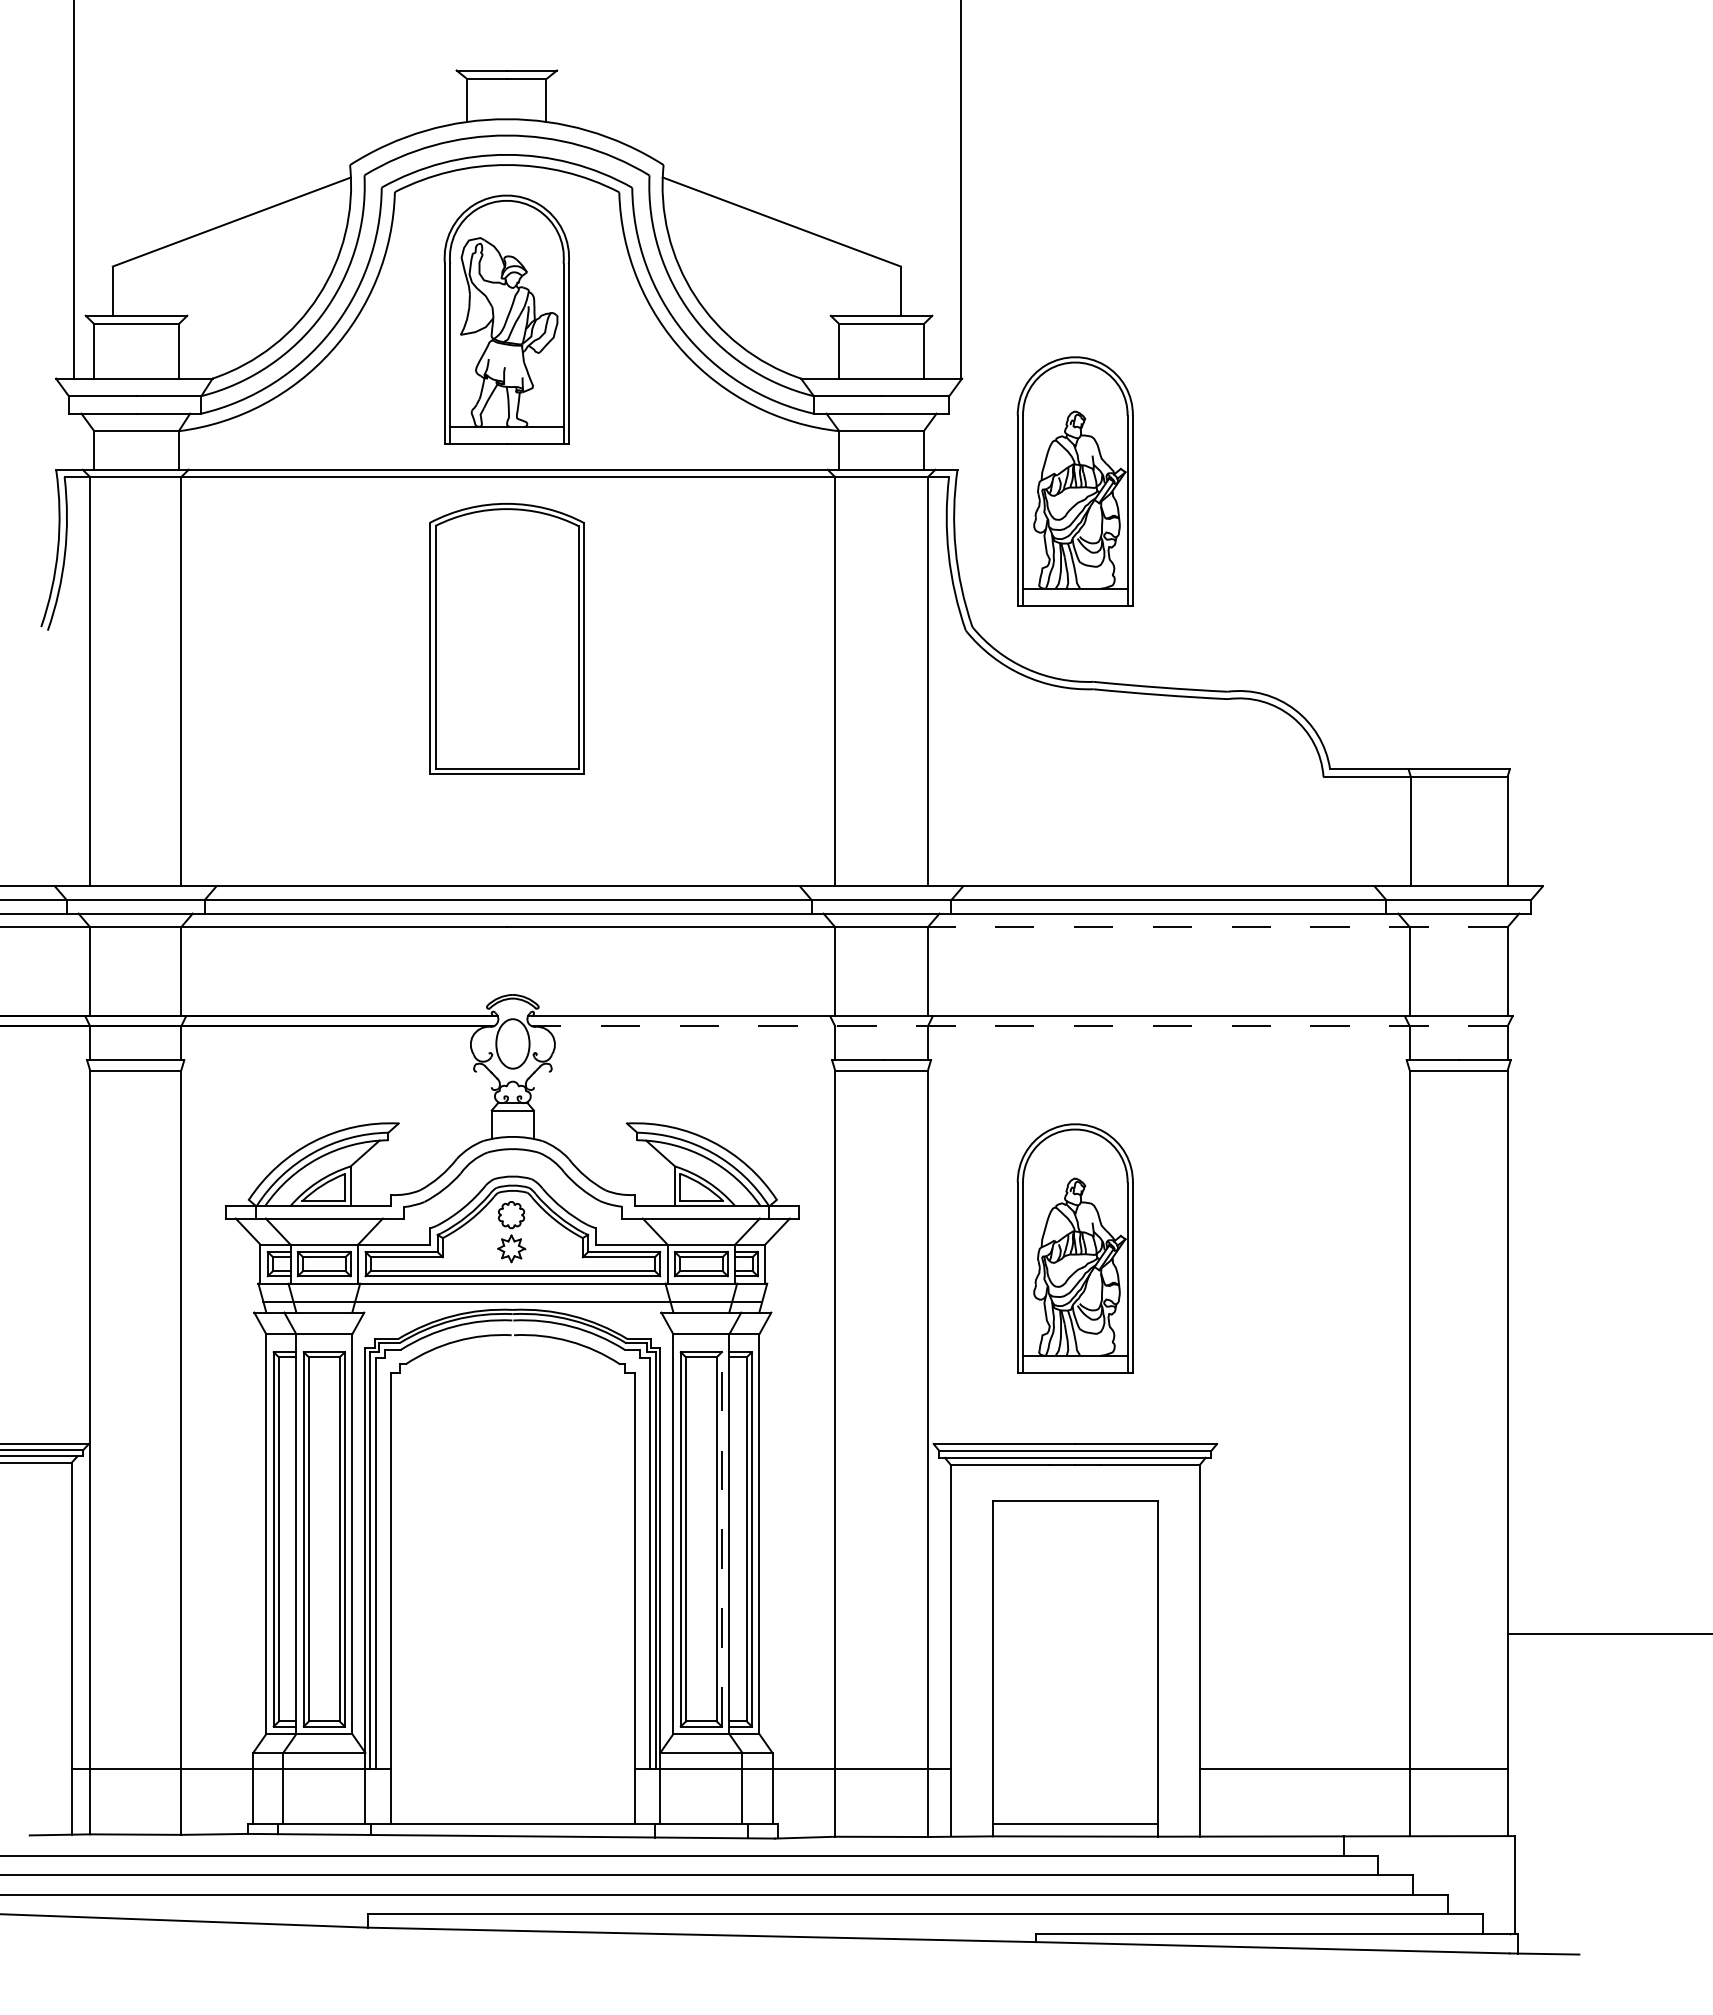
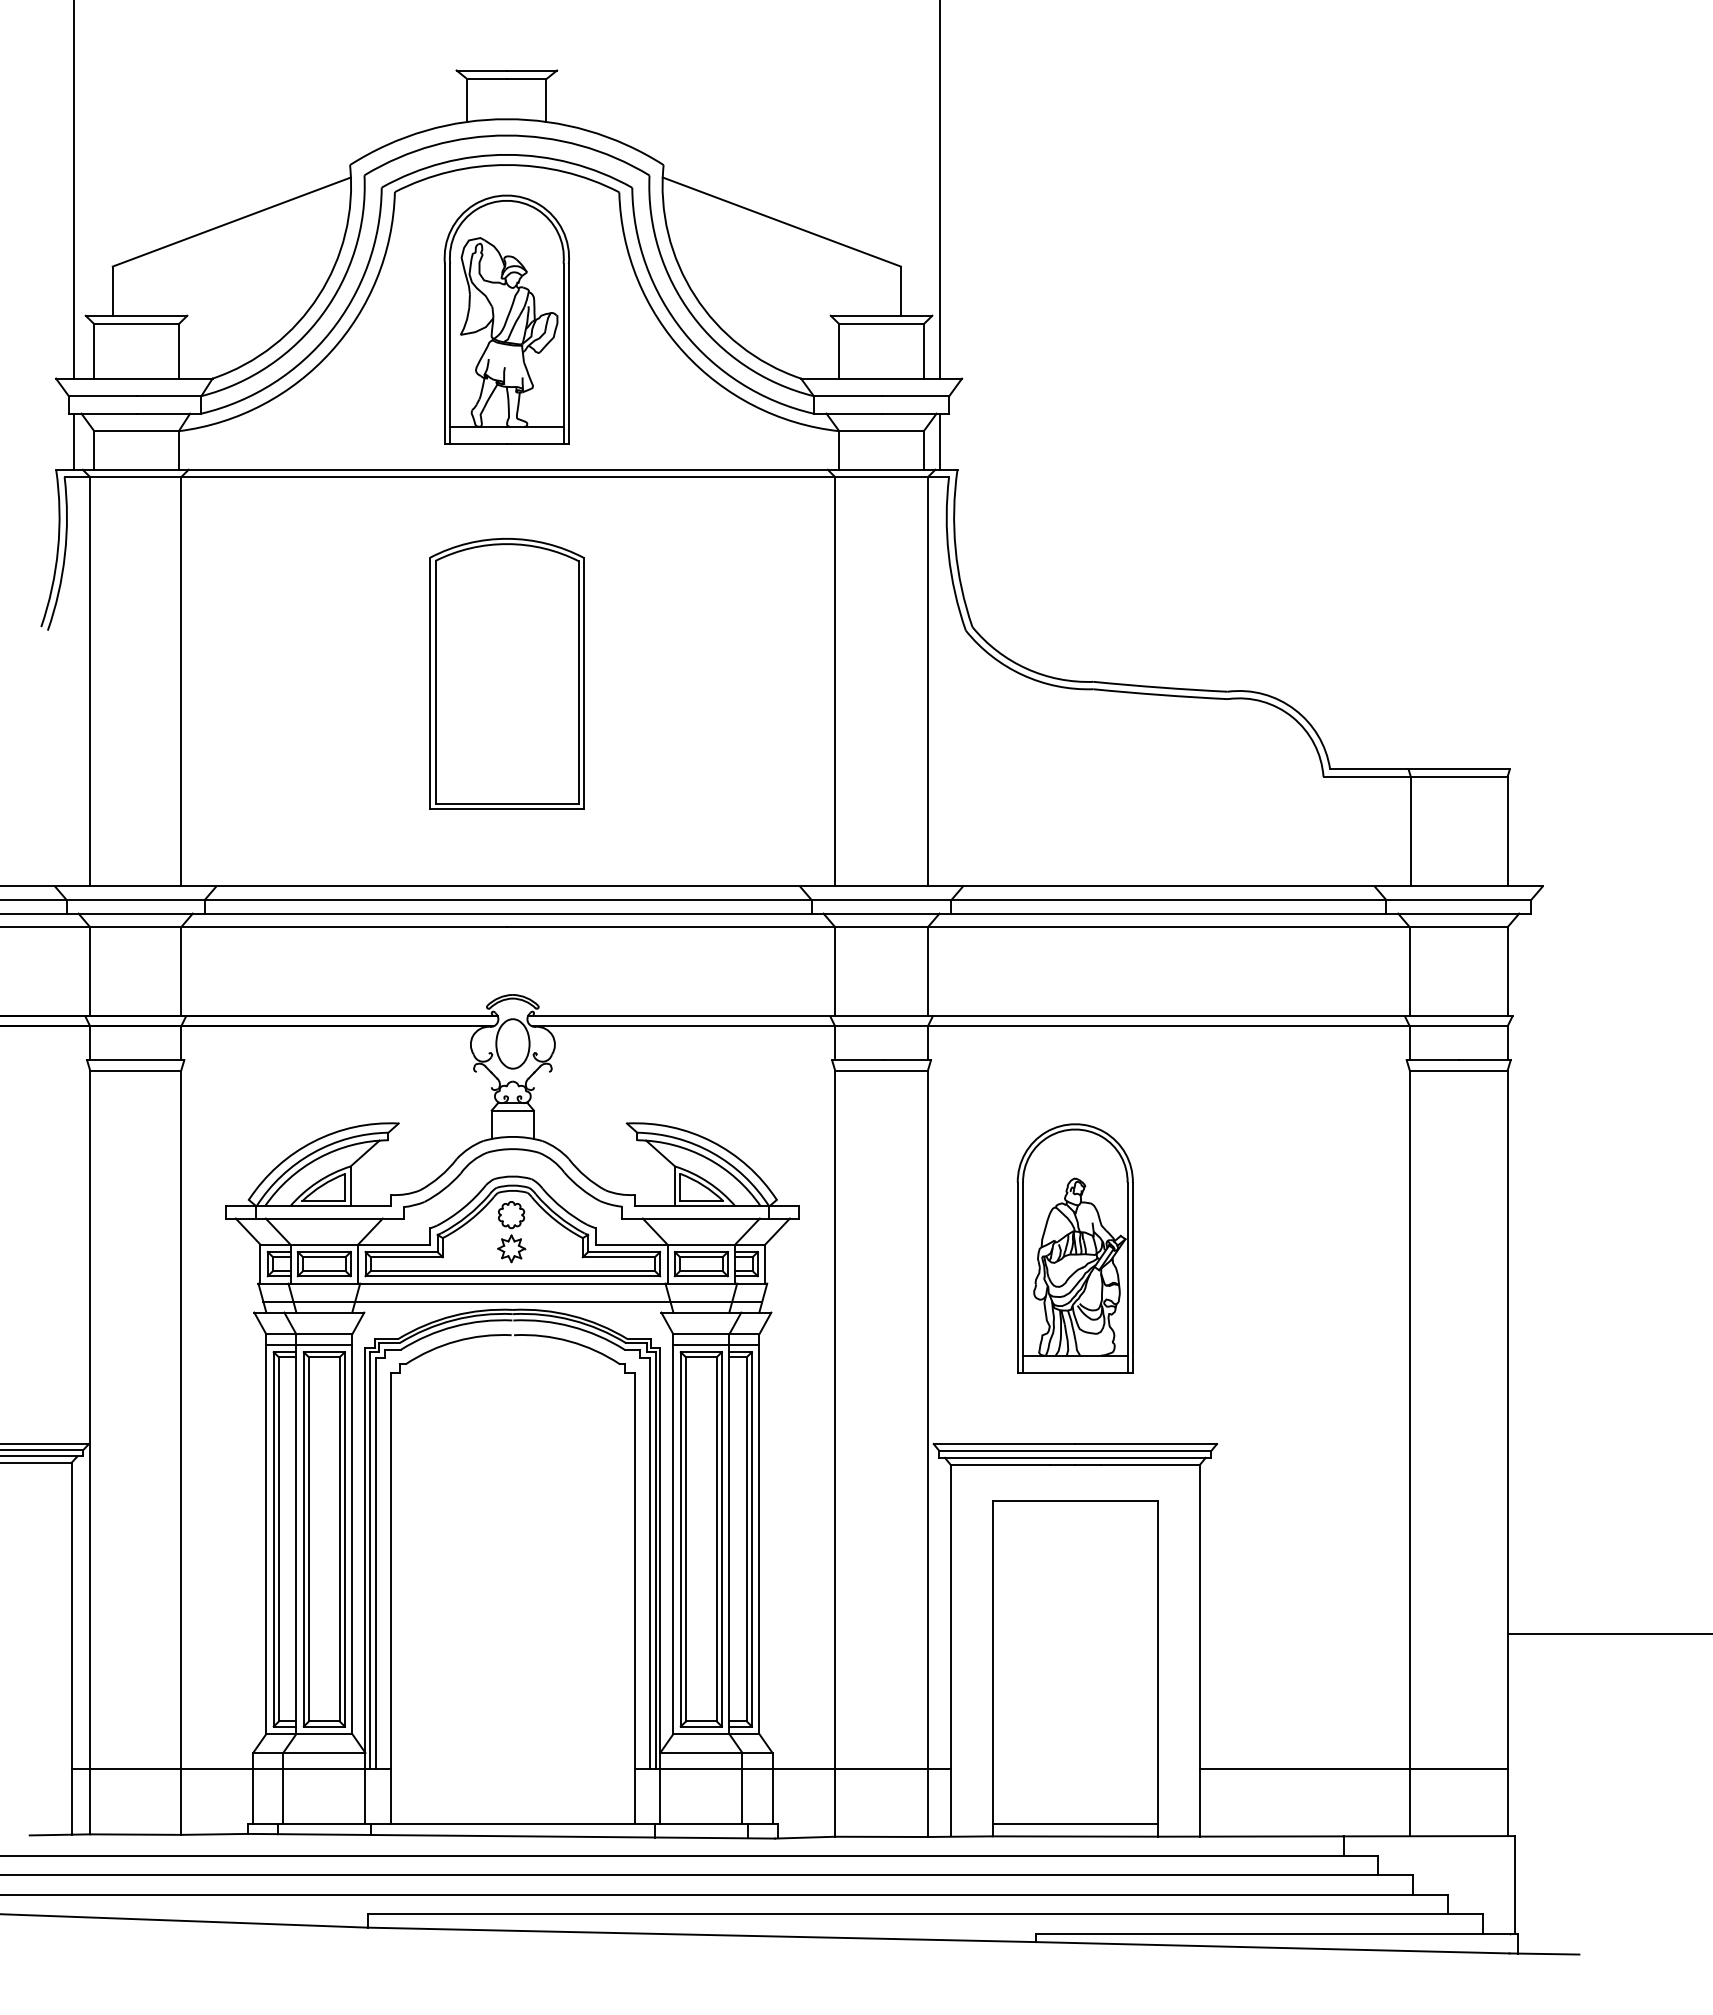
line at (960, 190) position: (960, 190) -> (939, 190)
line at (74, 441): none -> present
line at (939, 441): none -> present
part at (1074, 481): present -> none
part at (506, 638) position: (506, 638) -> (506, 673)
line at (1217, 927): dashed -> solid
line at (1019, 1026): dashed -> solid
line at (309, 1344): none -> present
line at (716, 1344): none -> present
line at (721, 1538): dashed -> solid
